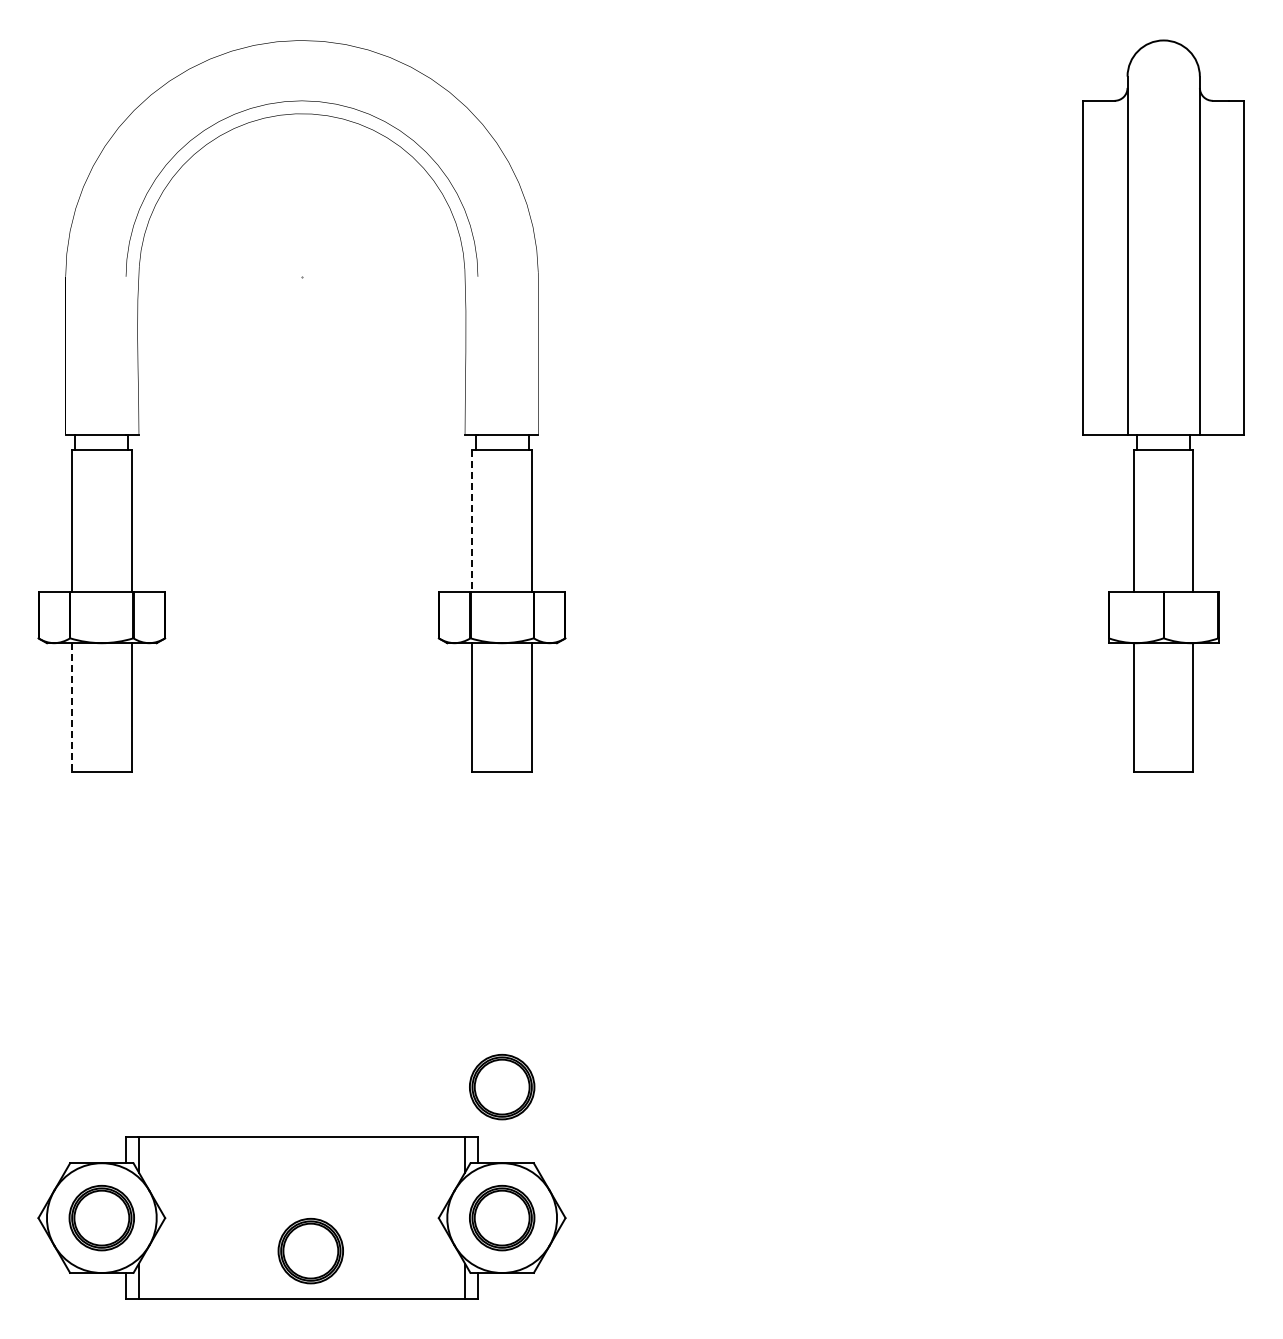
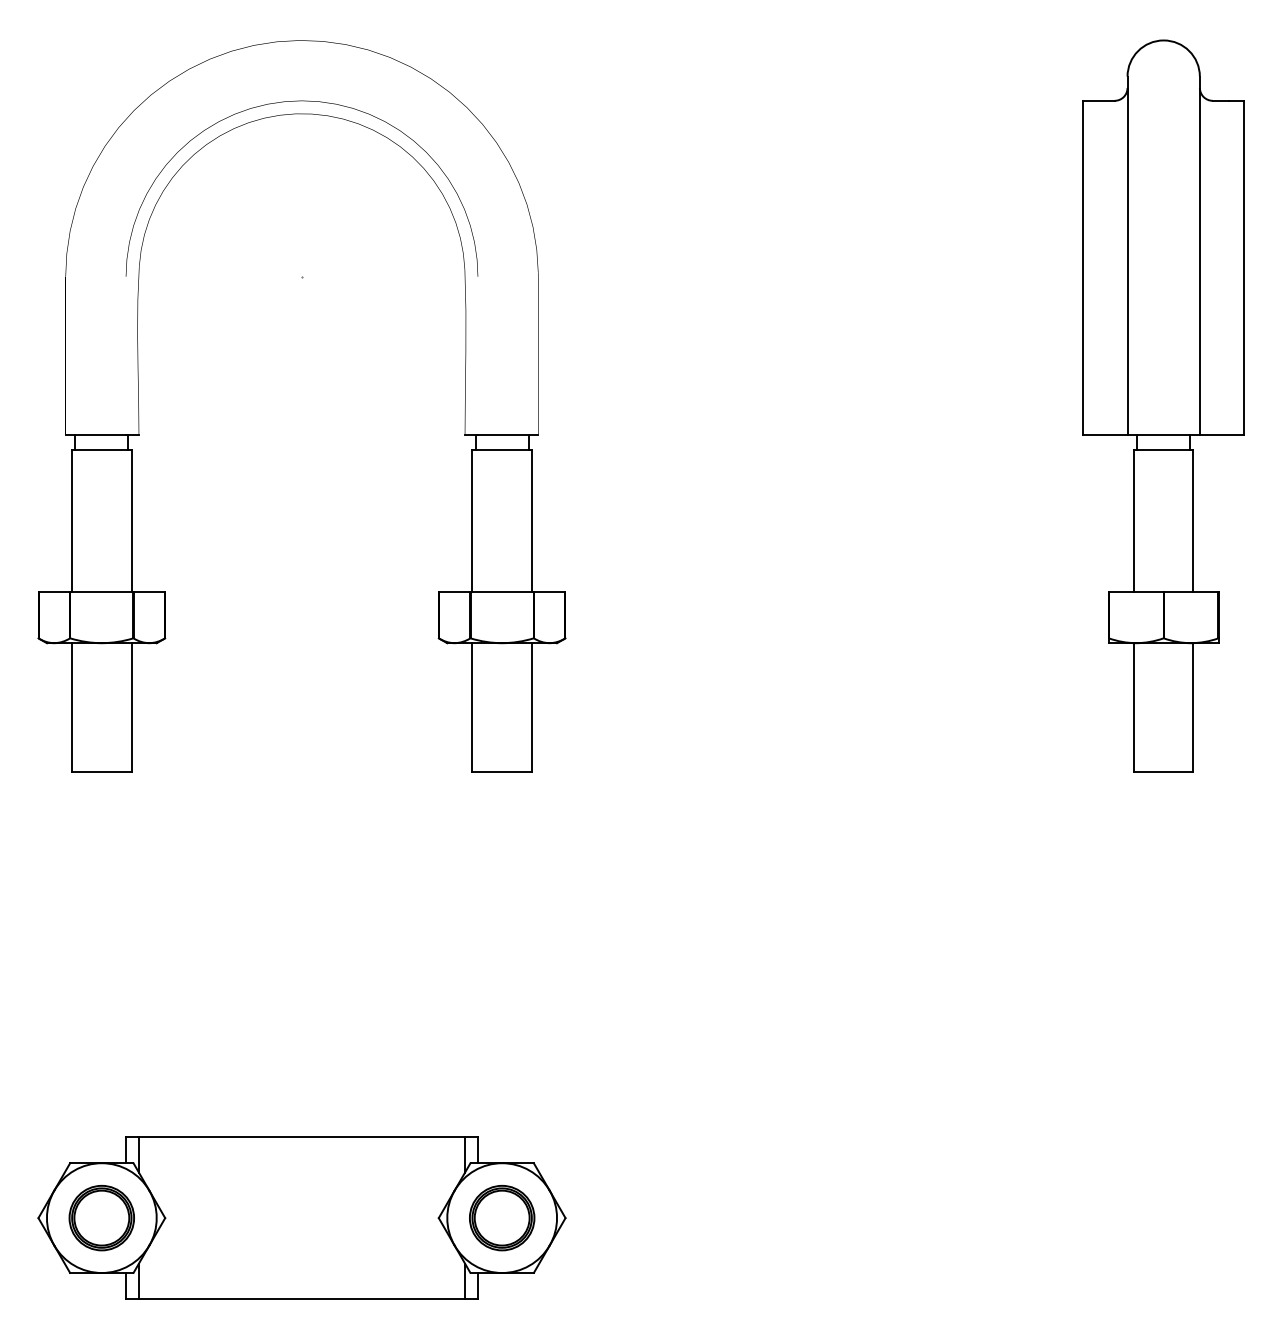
line at (472, 521): dashed -> solid
line at (72, 707): dashed -> solid
part at (502, 1087): present -> none
part at (310, 1251): present -> none
